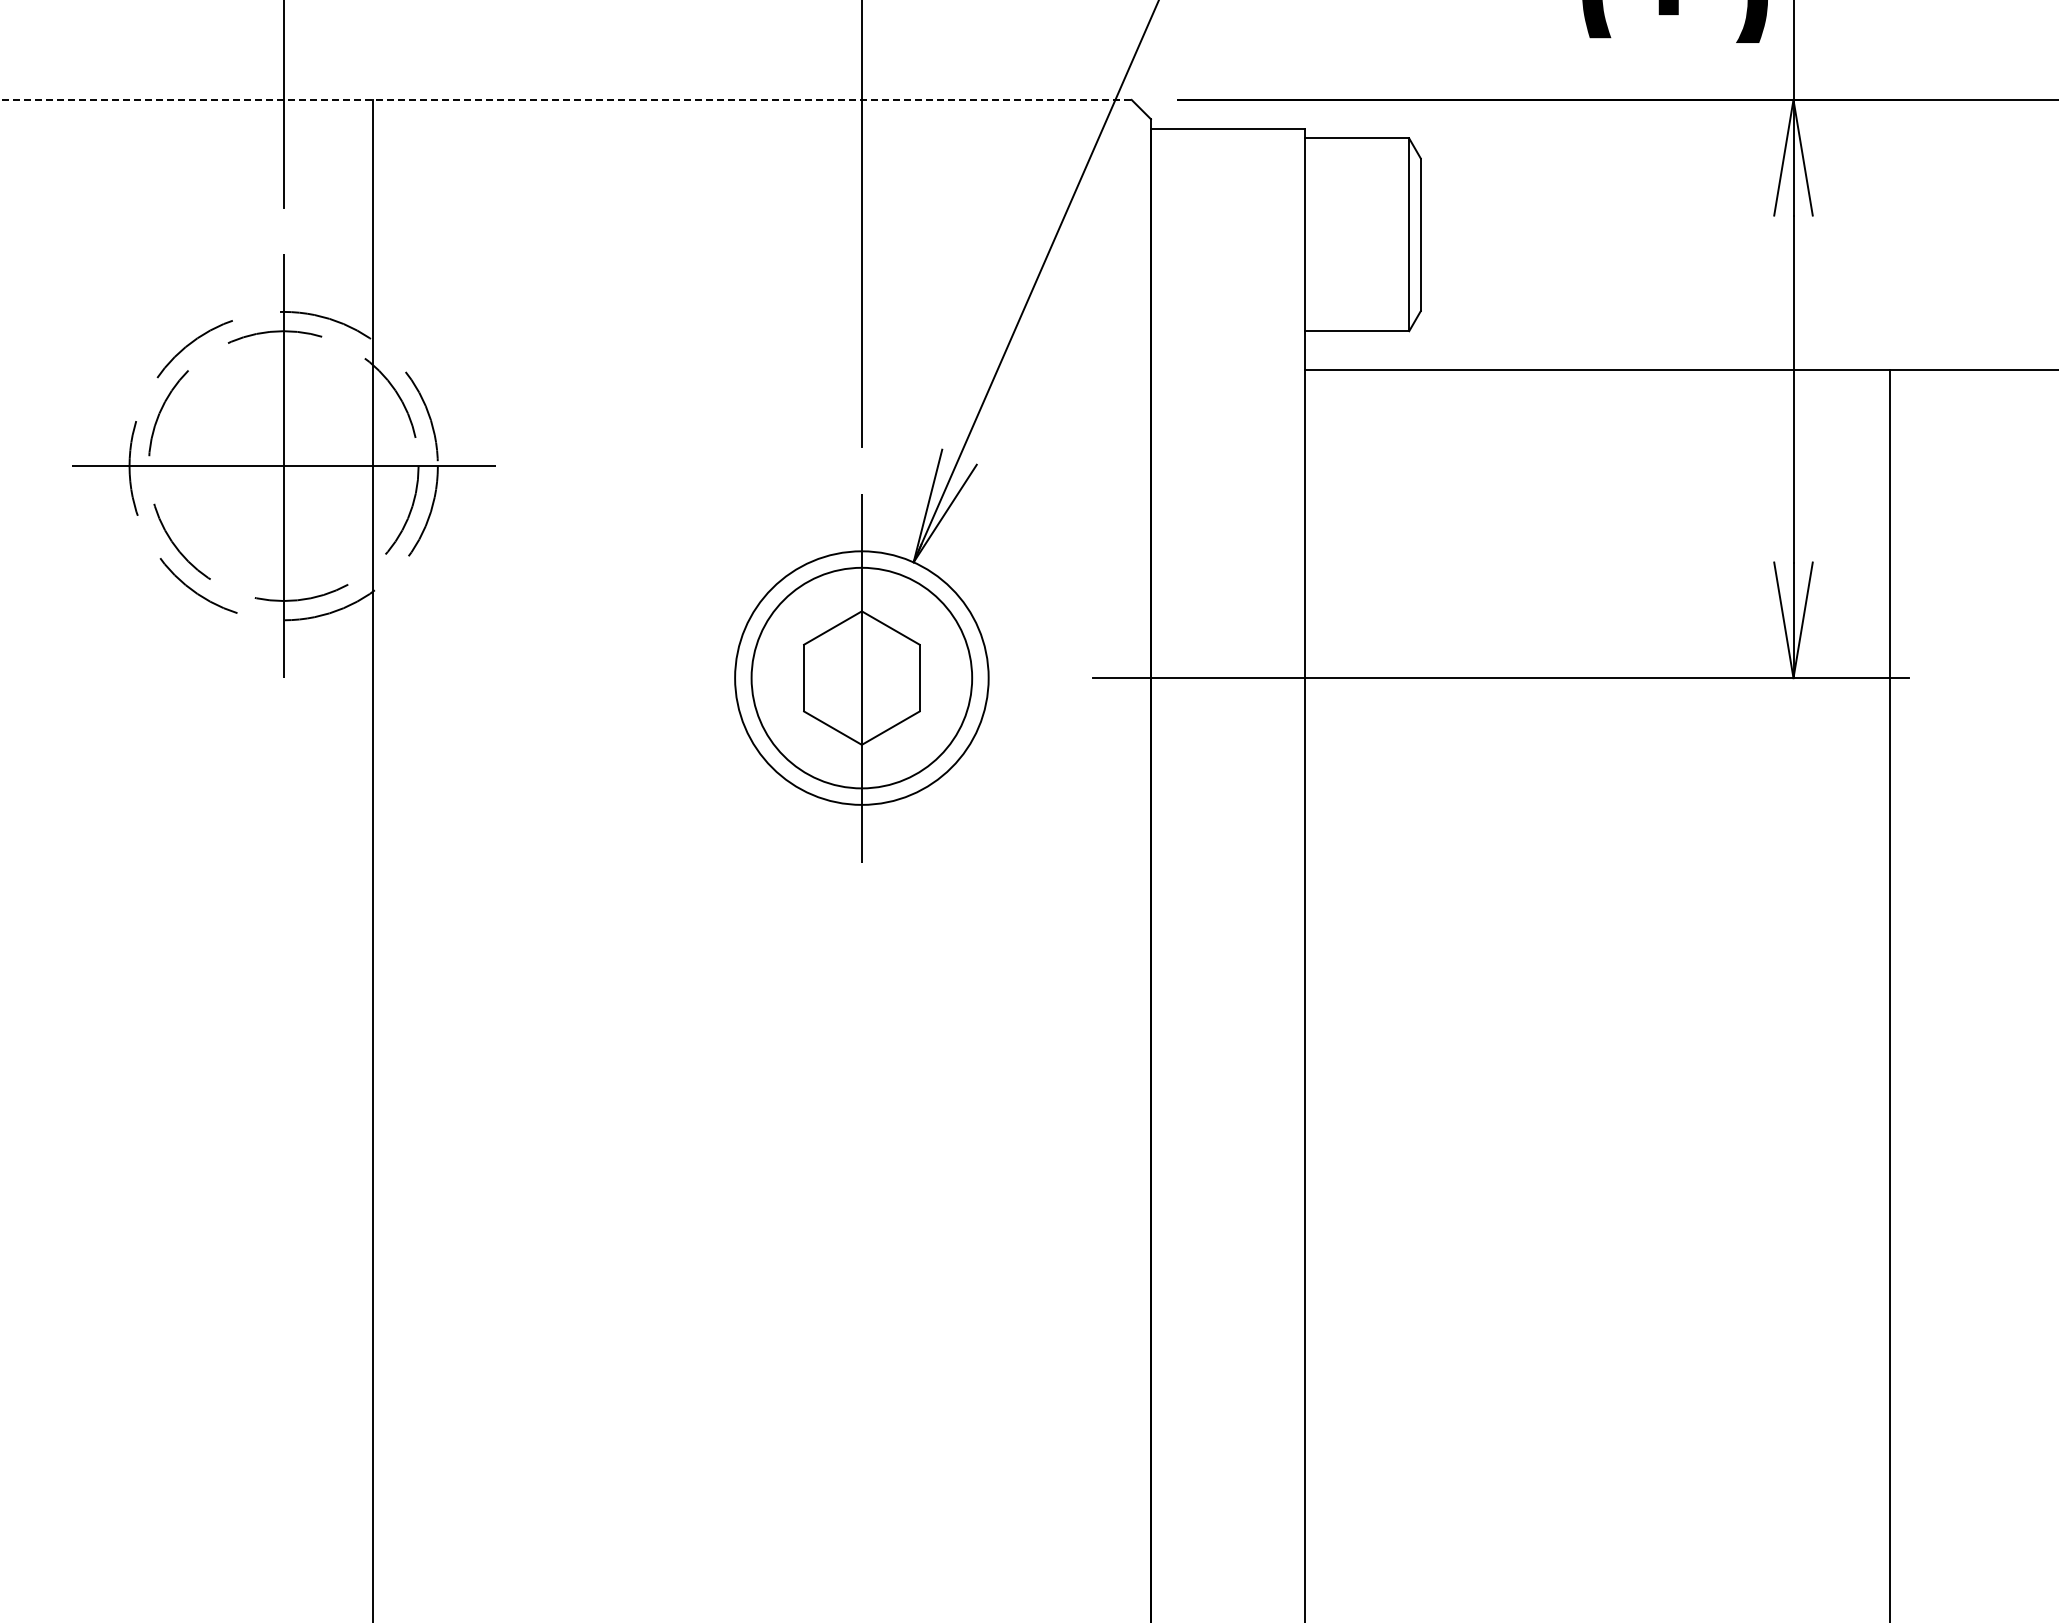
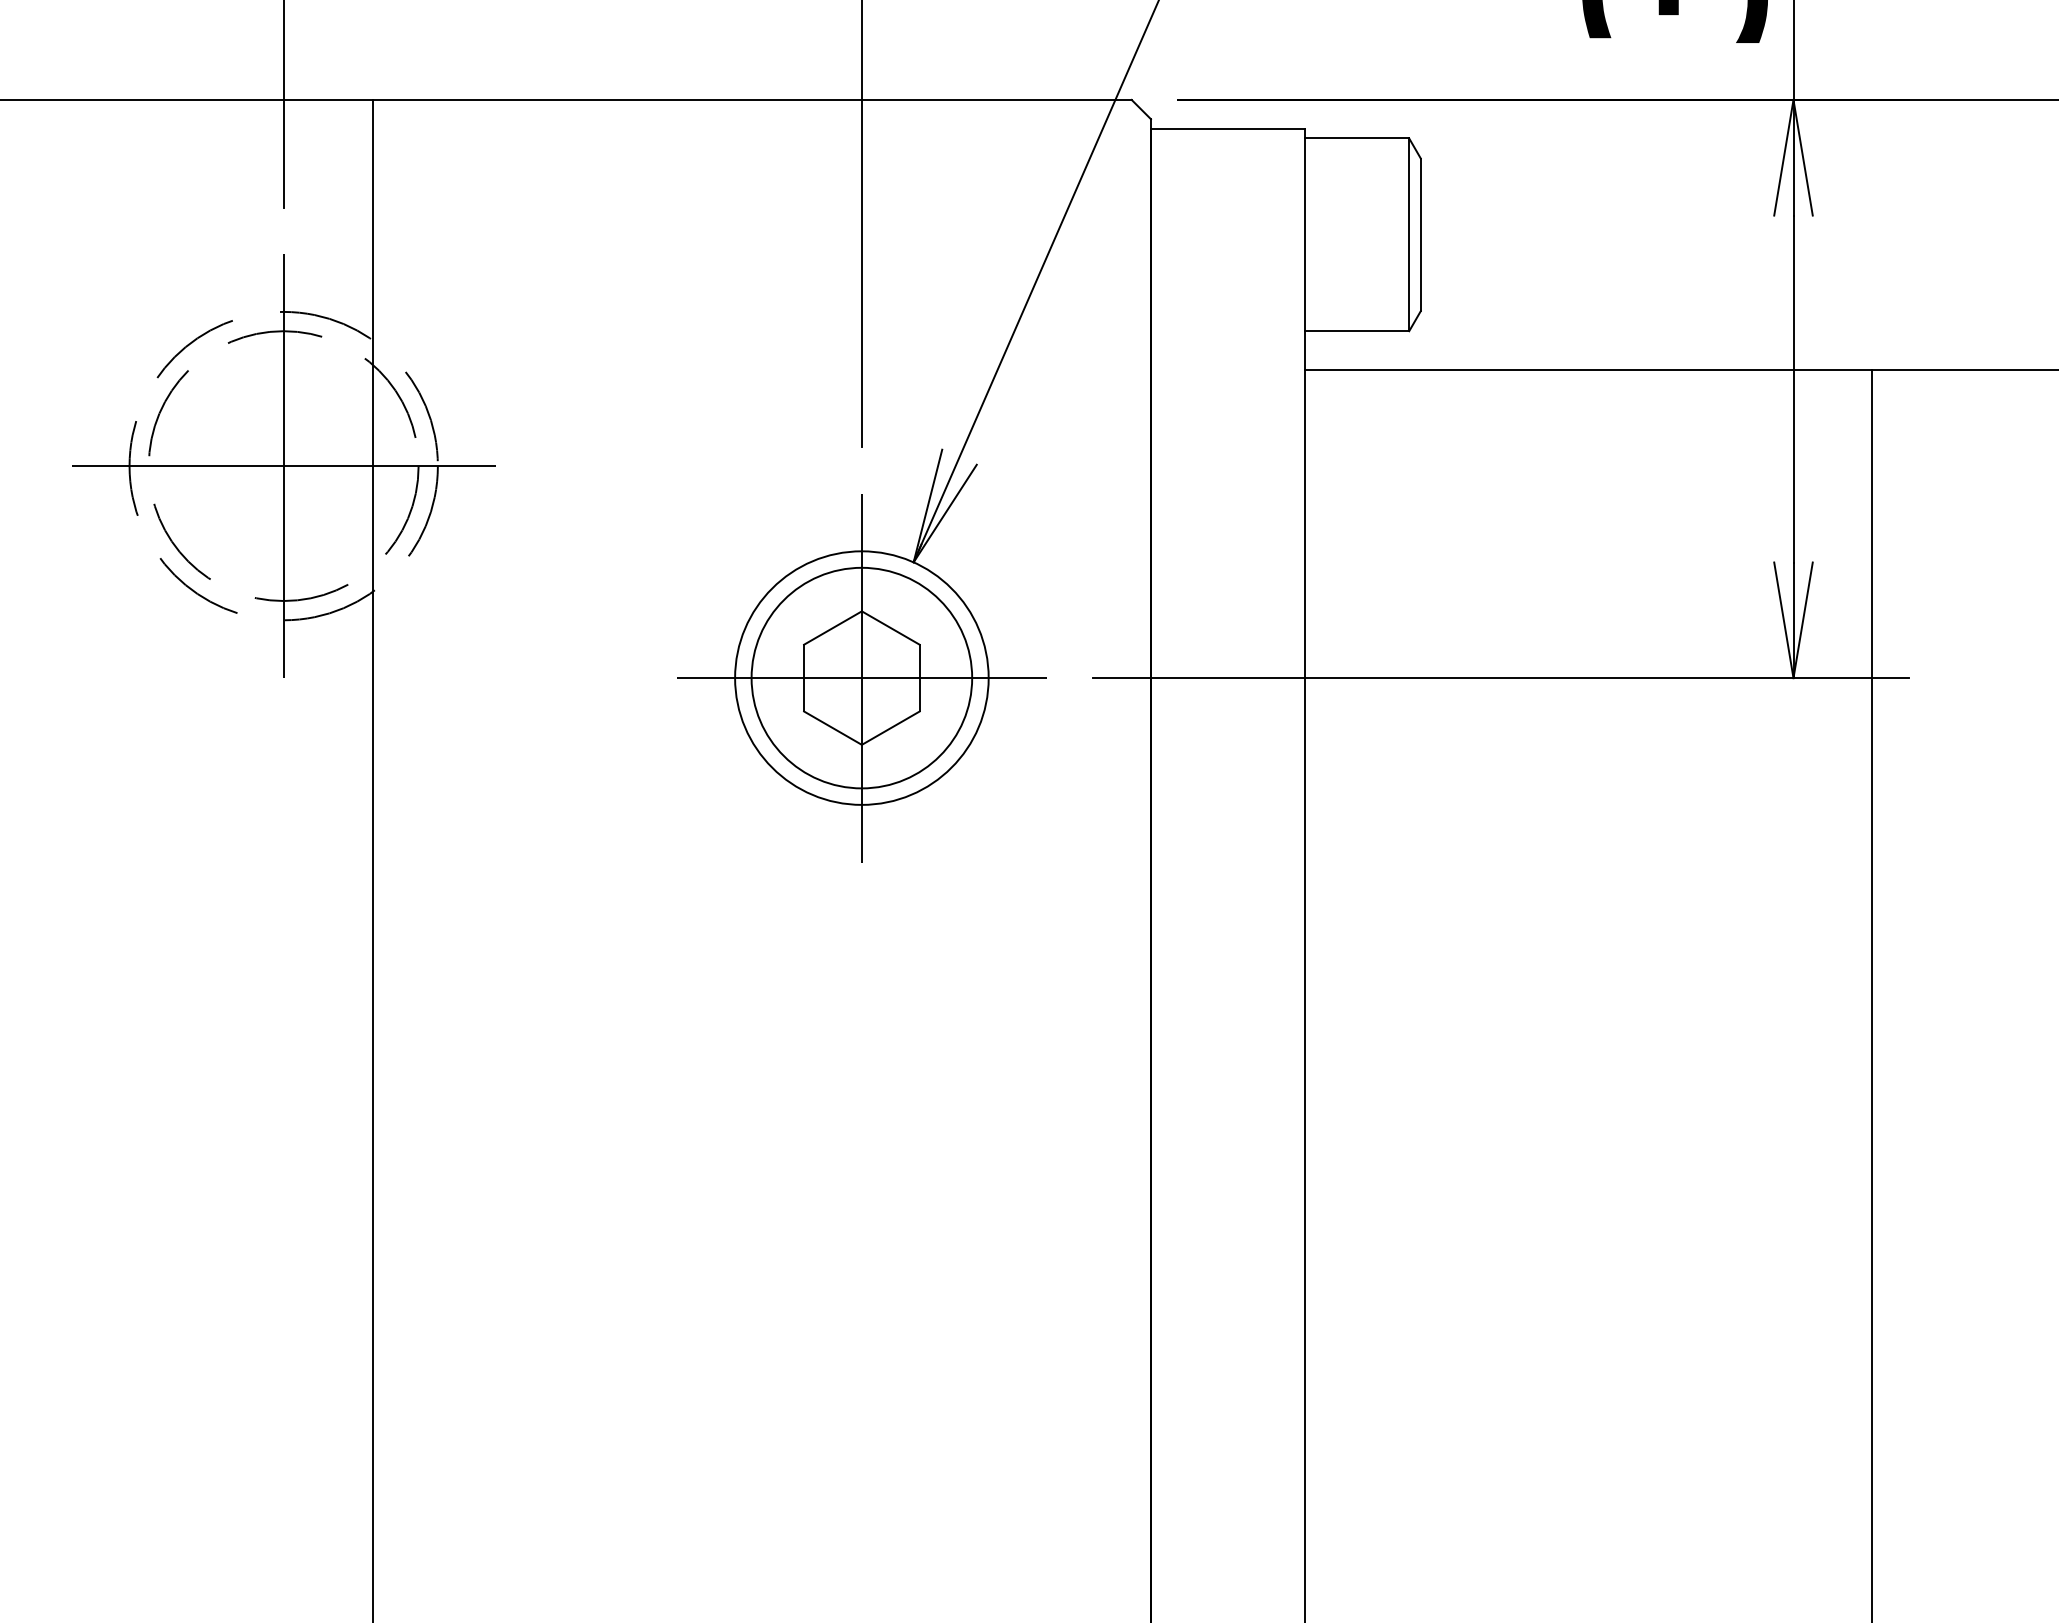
line at (565, 99): dashed -> solid
line at (861, 678): none -> present
line at (1890, 994) position: (1890, 994) -> (1872, 994)
